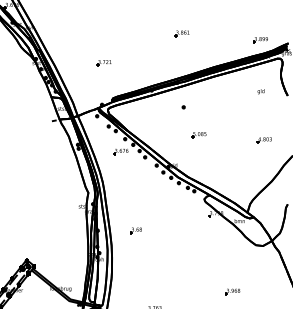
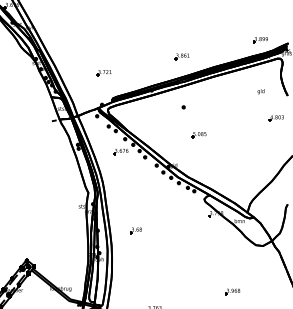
part at (181, 33) position: (181, 33) -> (181, 56)
part at (103, 63) position: (103, 63) -> (103, 73)
part at (263, 140) position: (263, 140) -> (275, 118)
